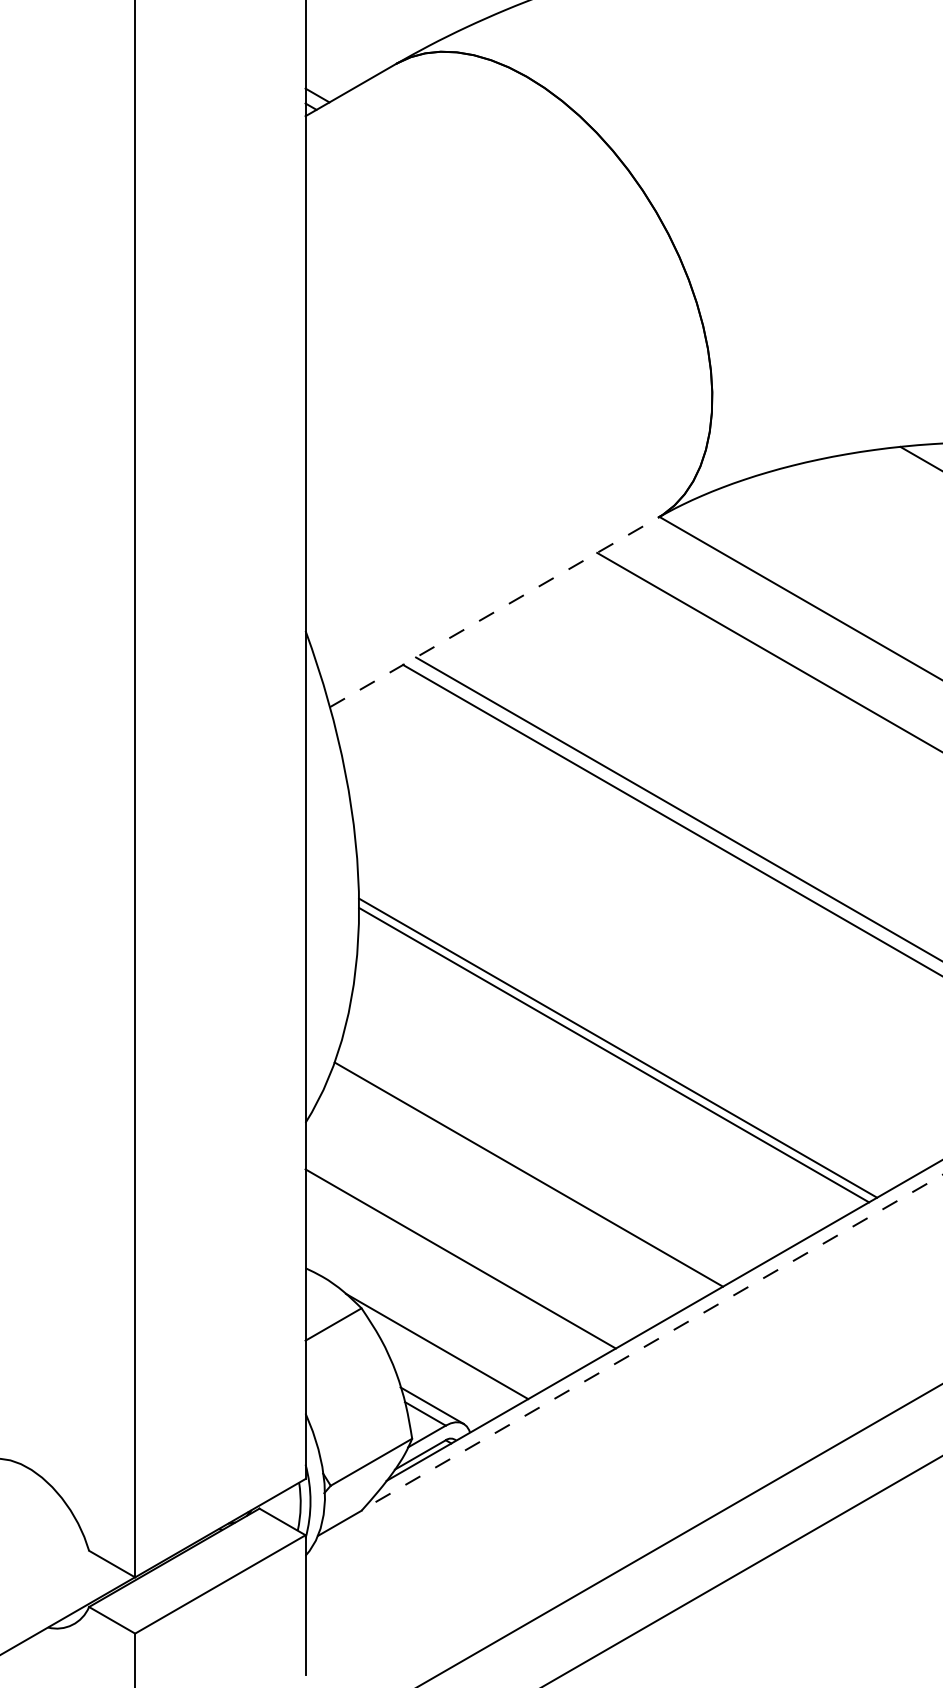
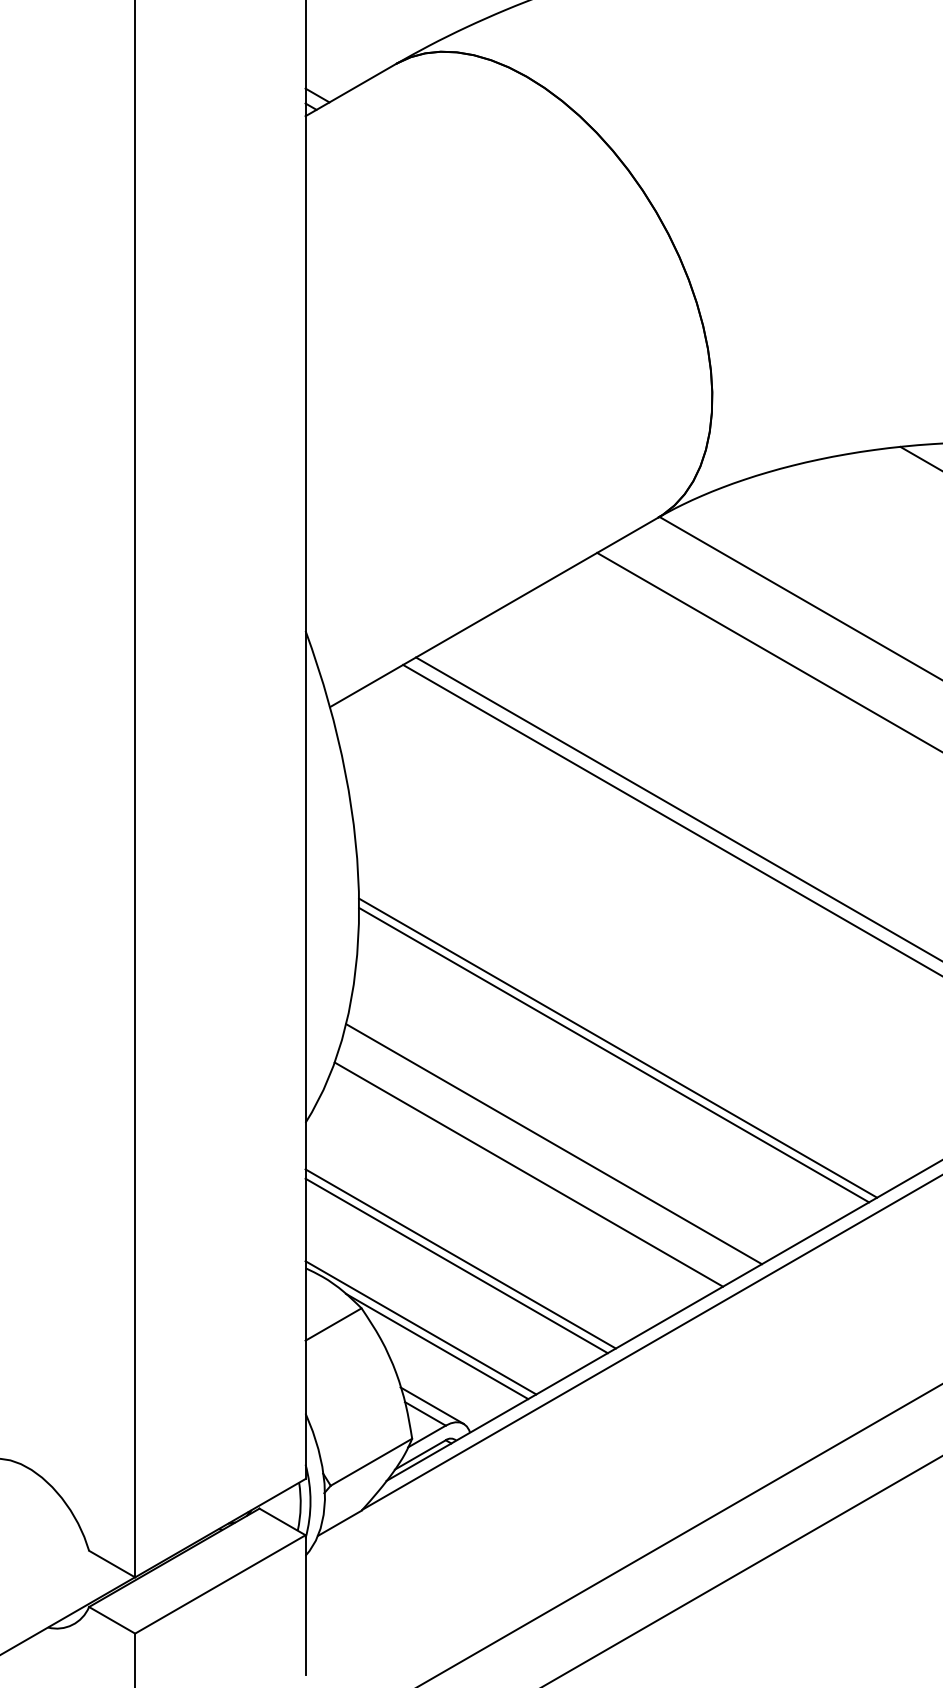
line at (494, 612): dashed -> solid
line at (553, 1144): none -> present
line at (456, 1265): none -> present
line at (420, 1327): none -> present
line at (652, 1342): dashed -> solid
